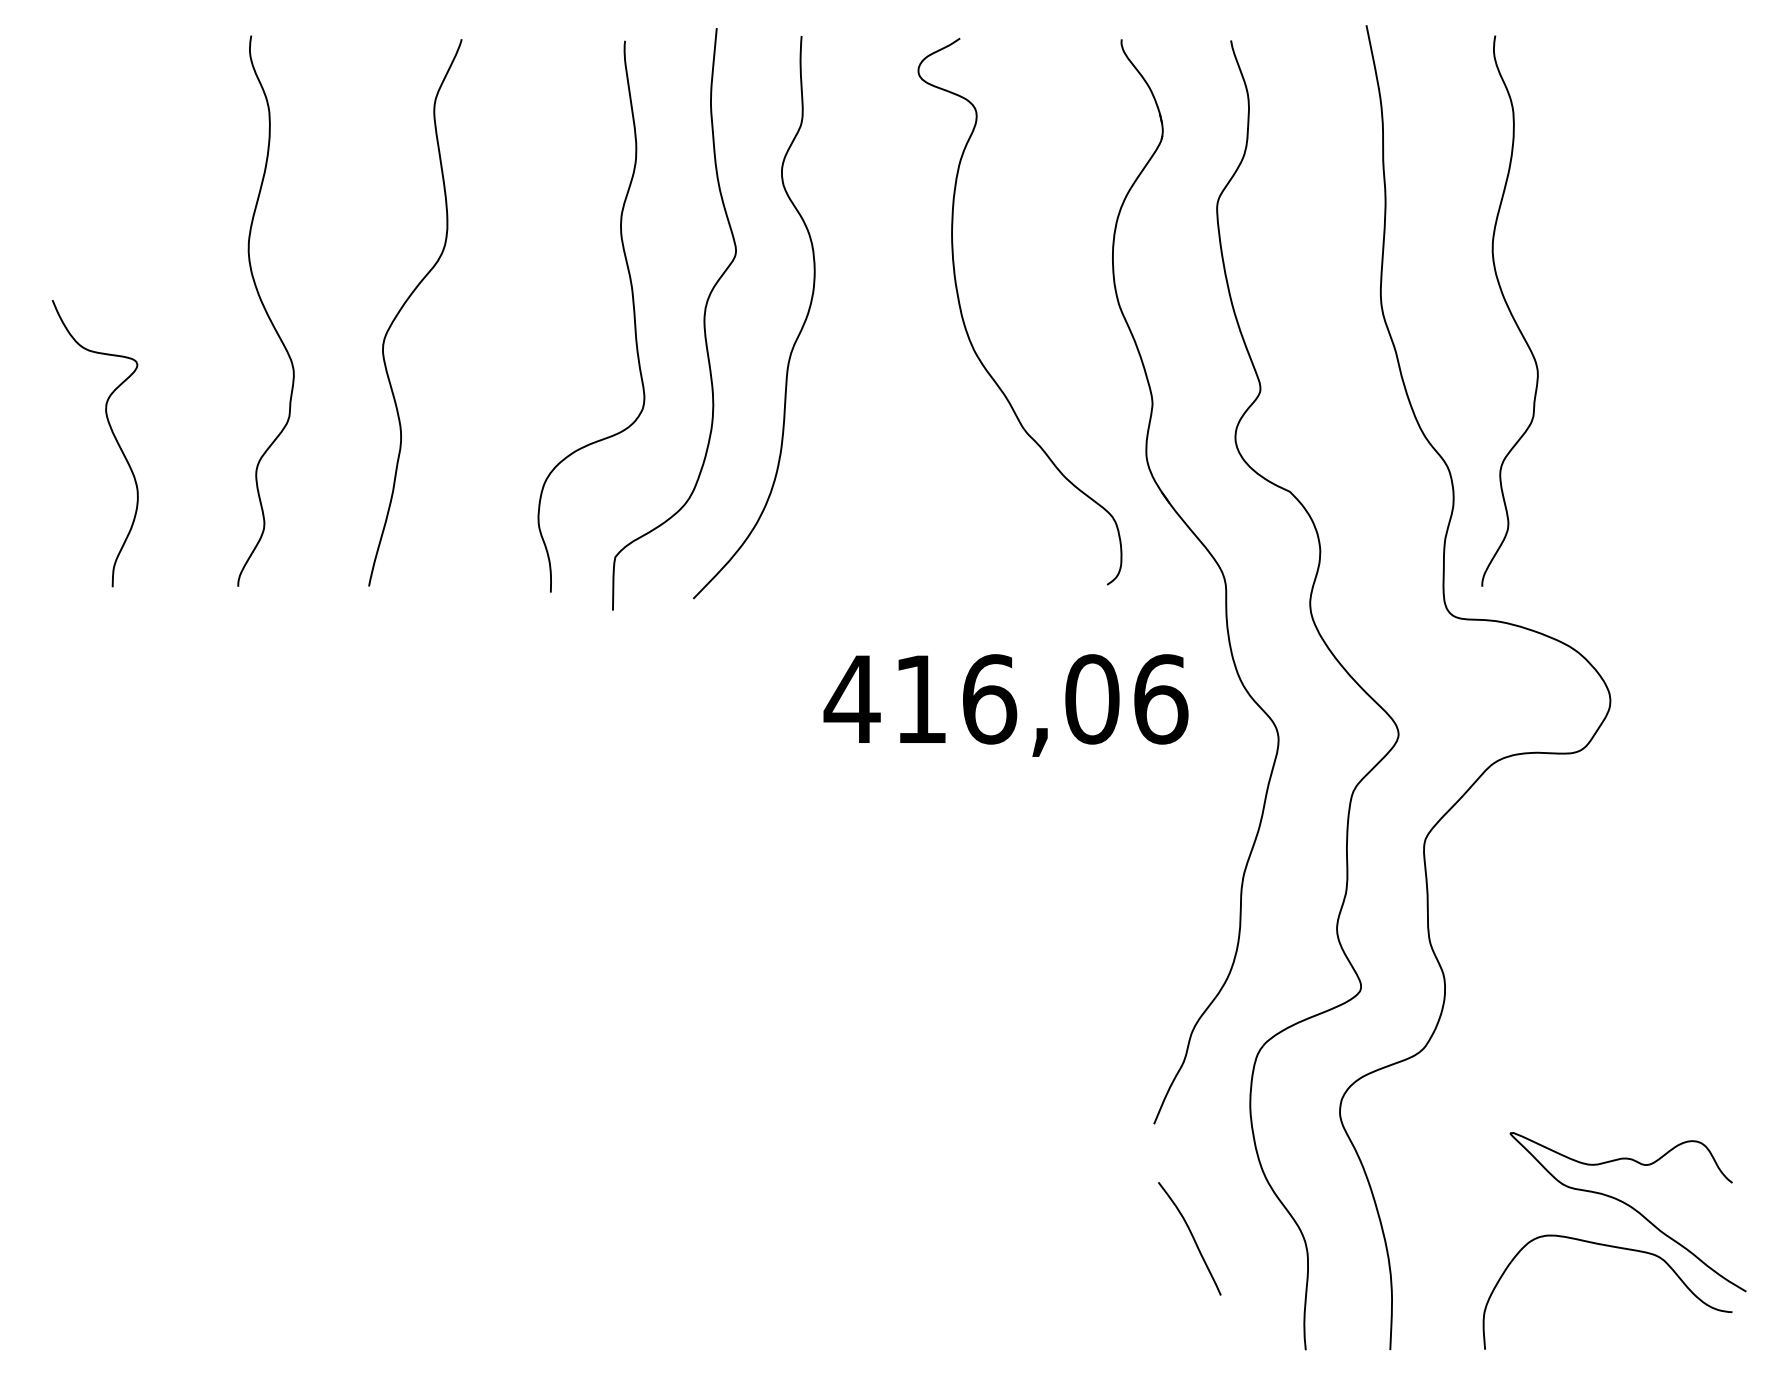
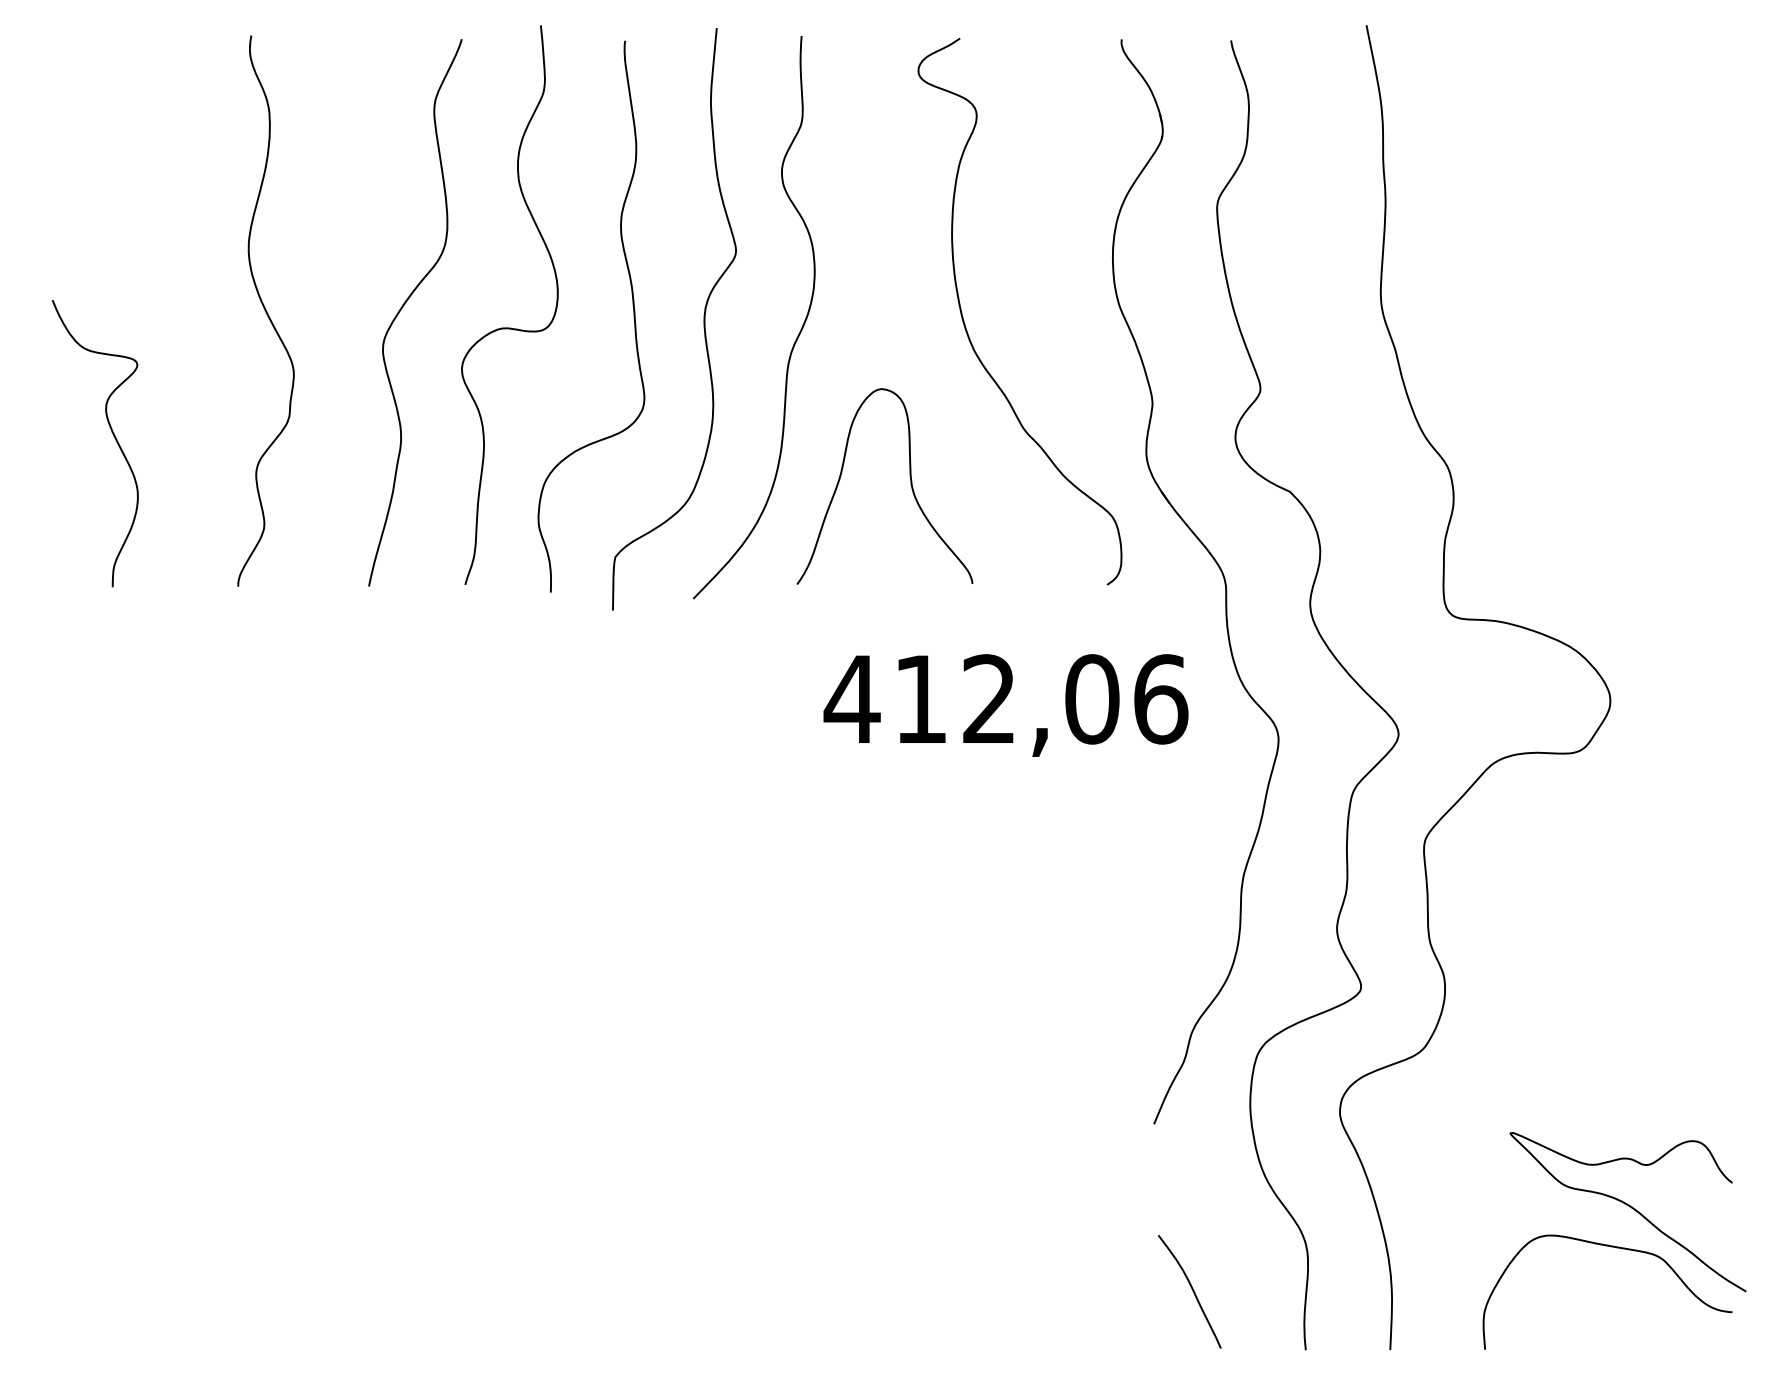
curve at (1509, 310): present -> none
part at (509, 327): none -> present
curve at (910, 484): none -> present
text at (990, 699): 416,06 -> 412,06
curve at (1191, 1236) position: (1191, 1236) -> (1191, 1289)
